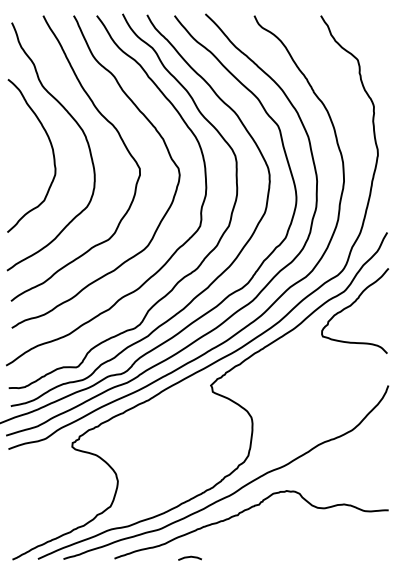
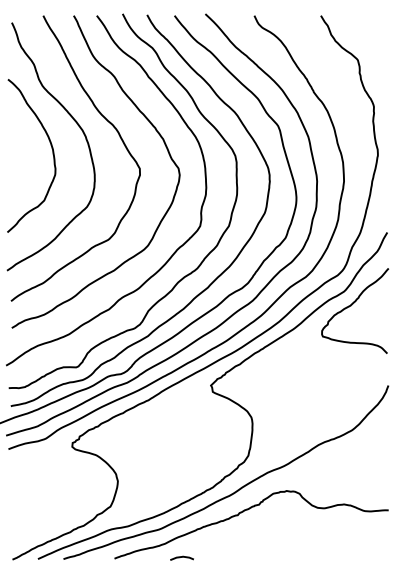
curve at (189, 557) position: (189, 557) -> (181, 557)
